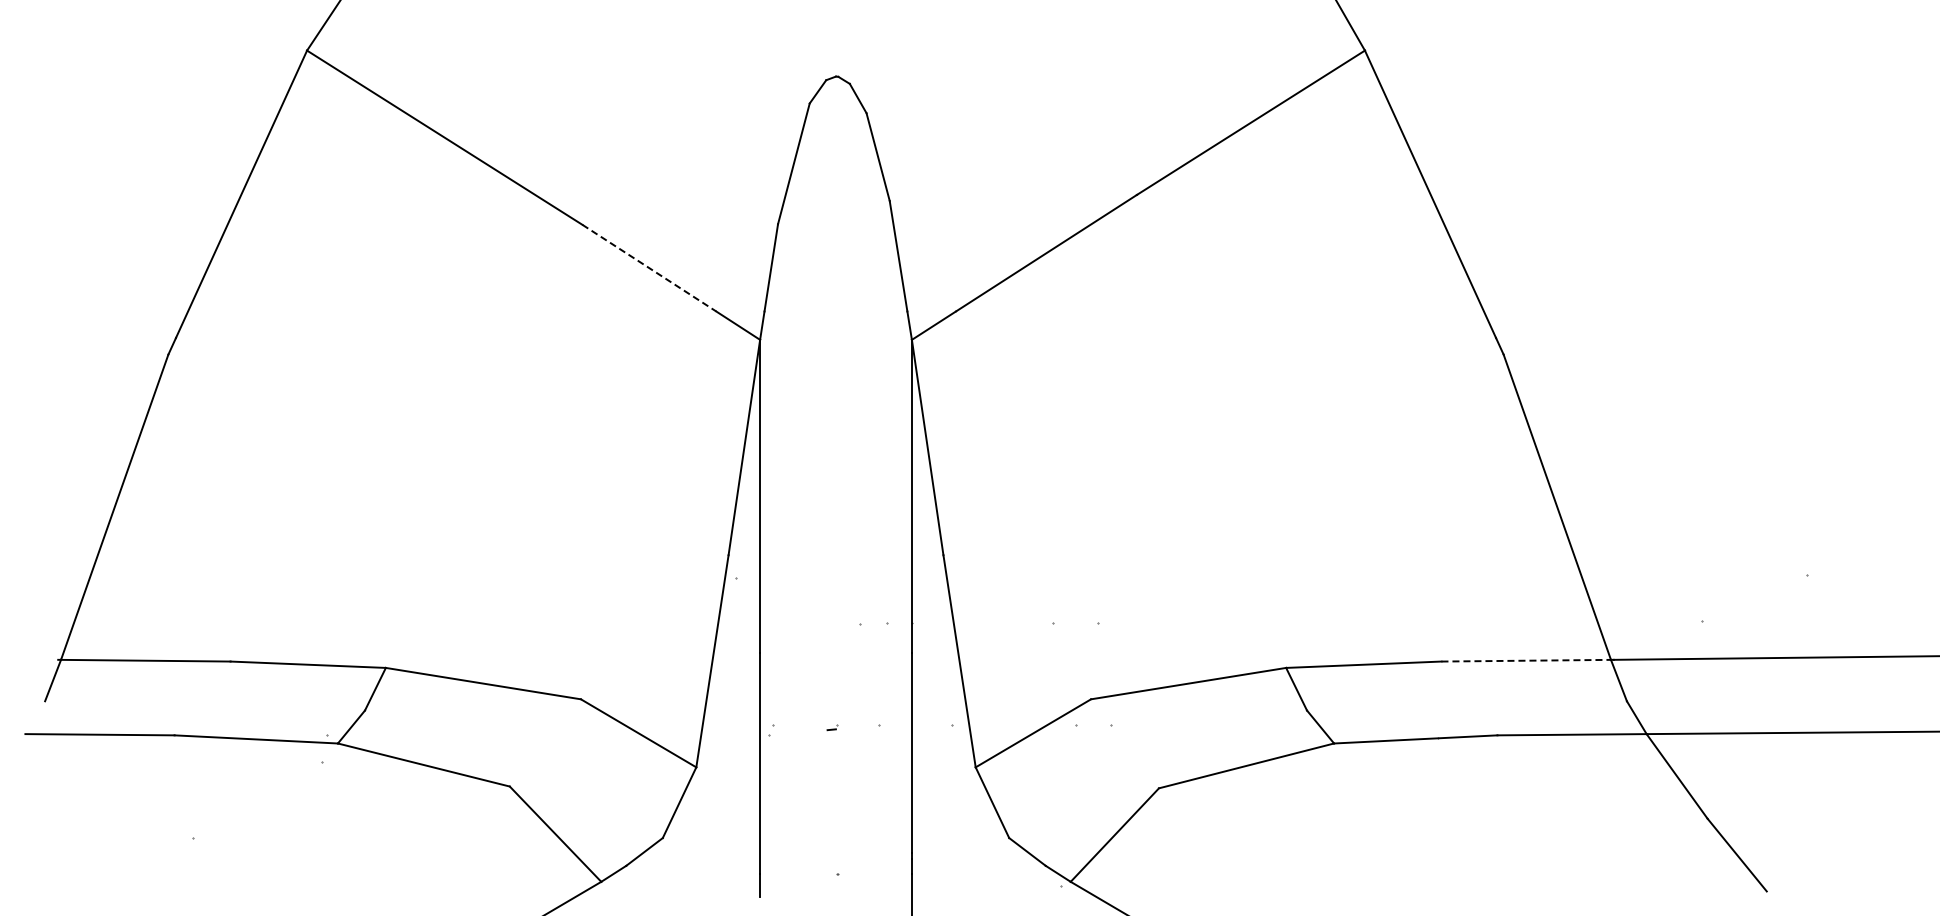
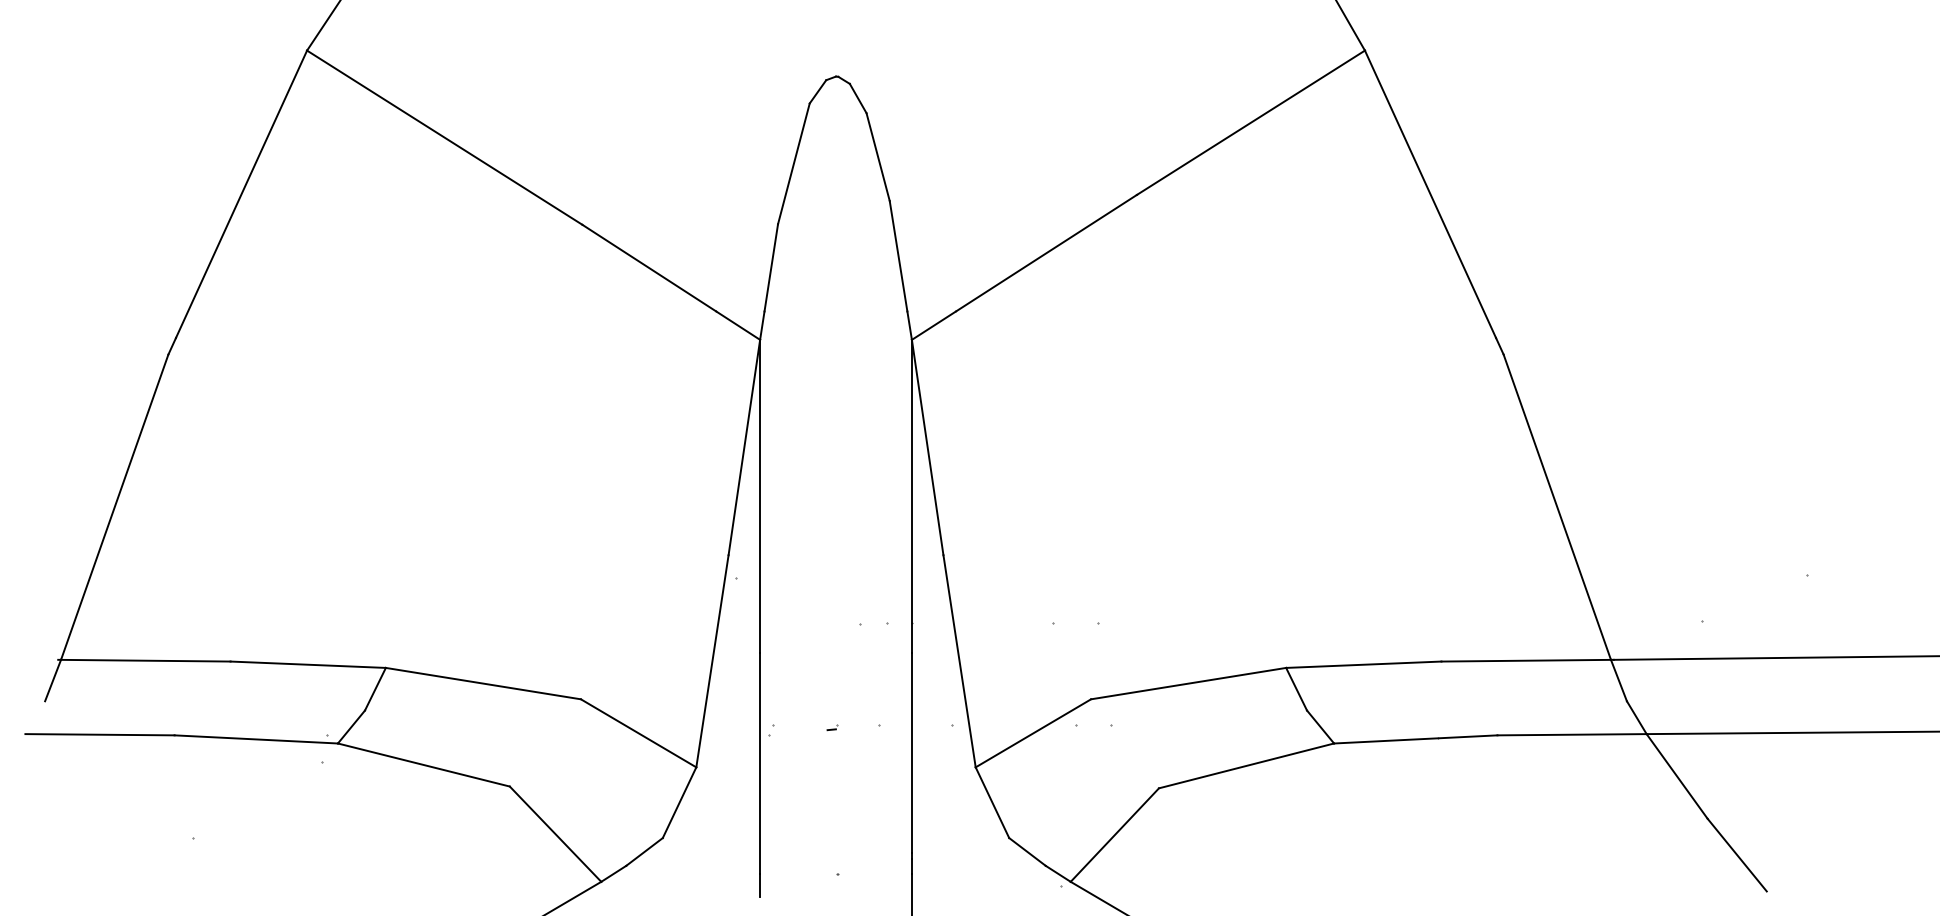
line at (649, 268): dashed -> solid
line at (1526, 660): dashed -> solid
